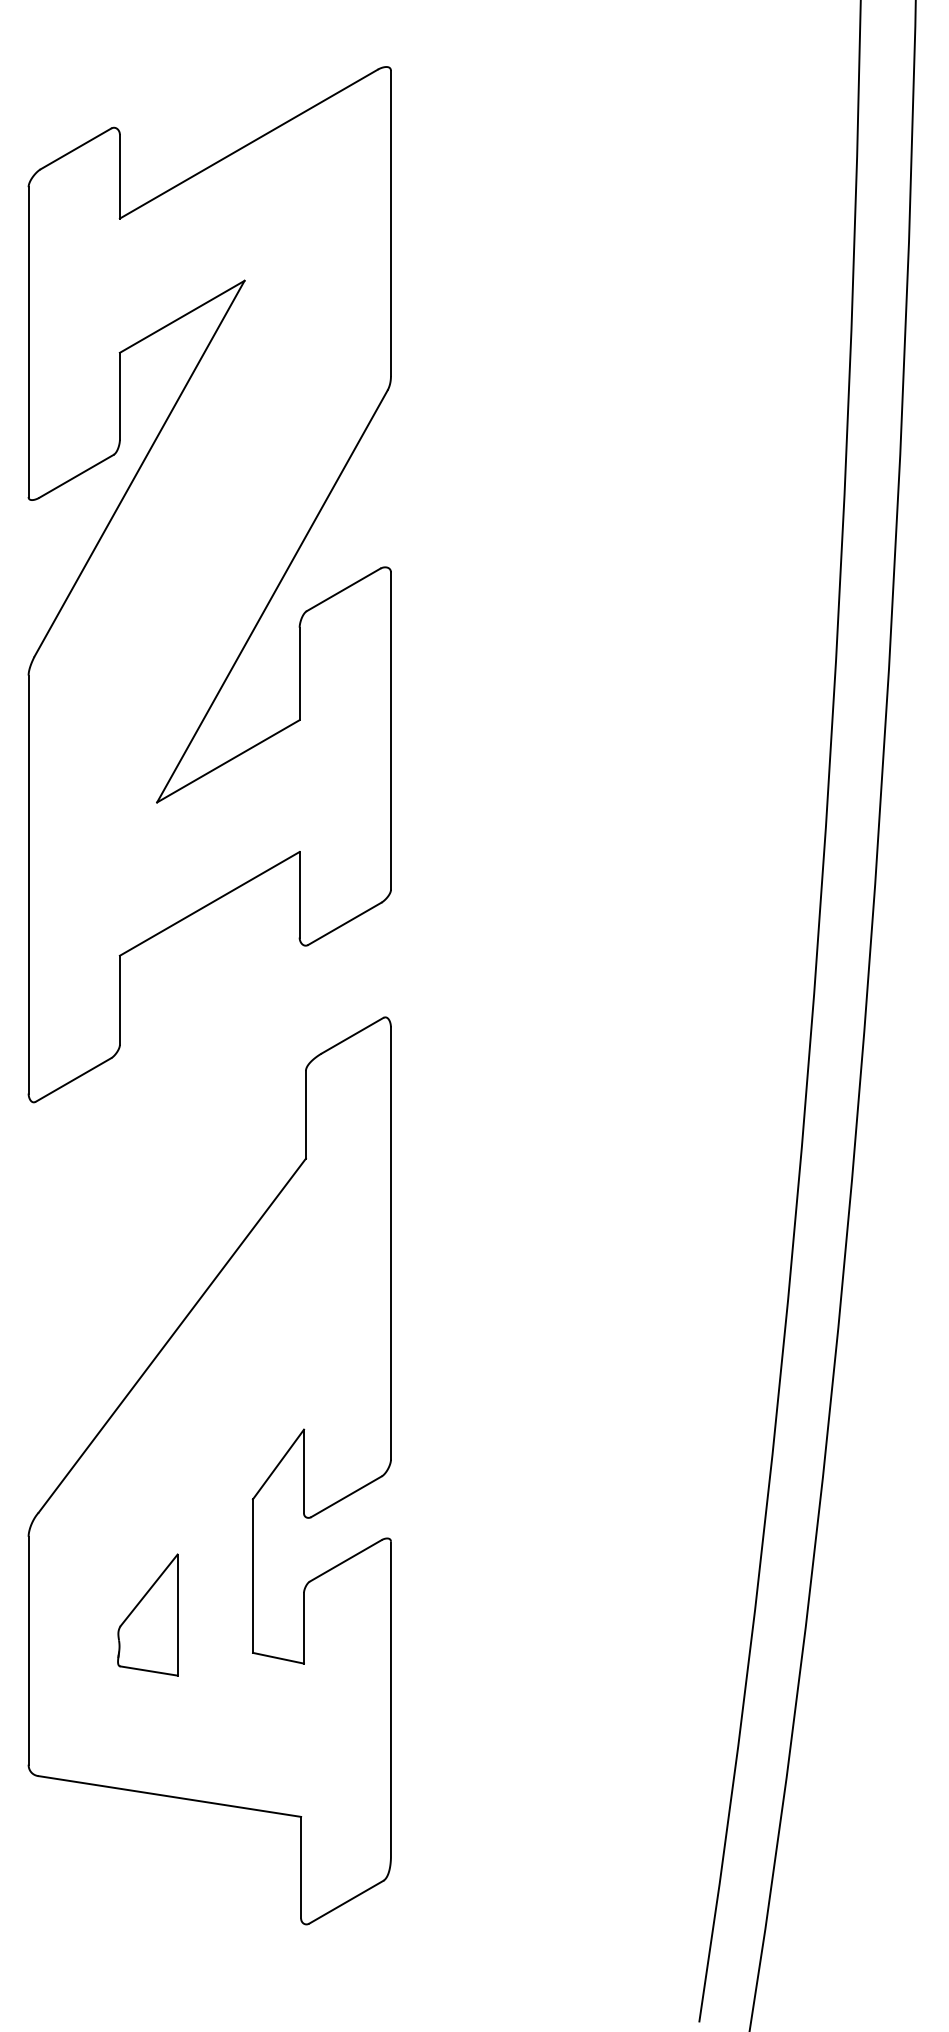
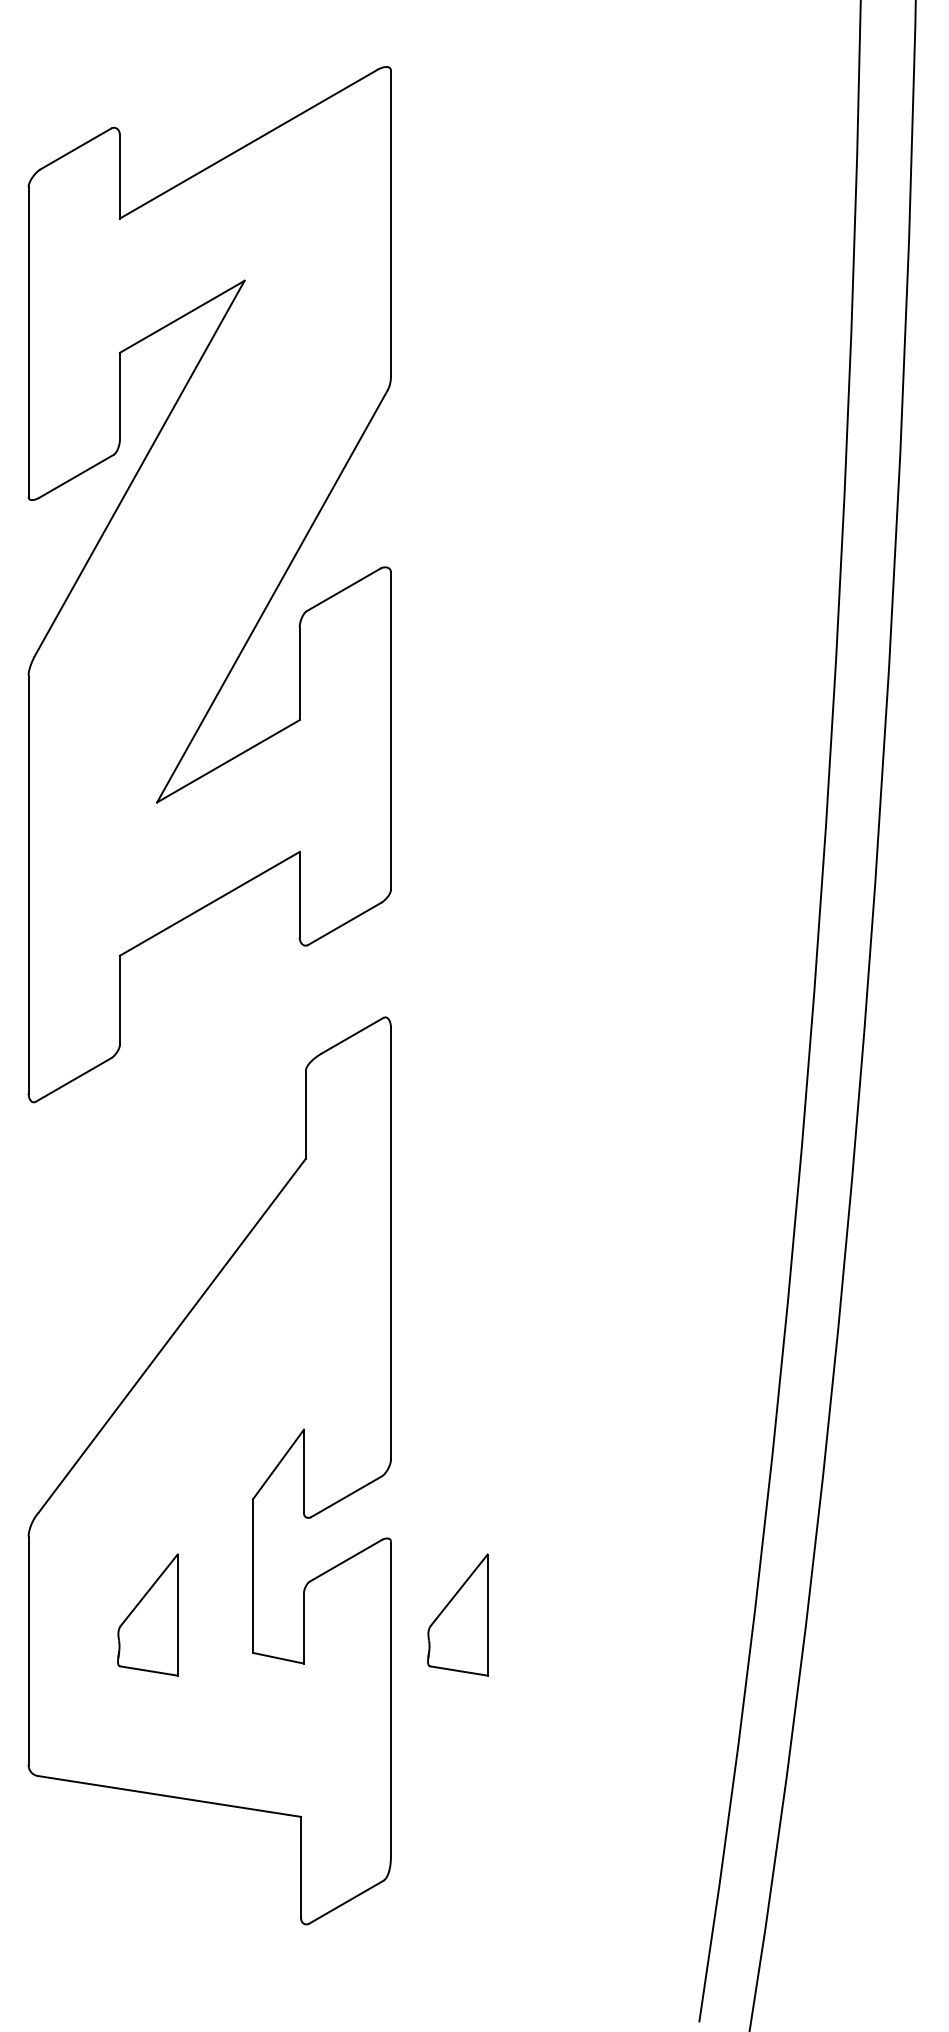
part at (457, 1614): none -> present
